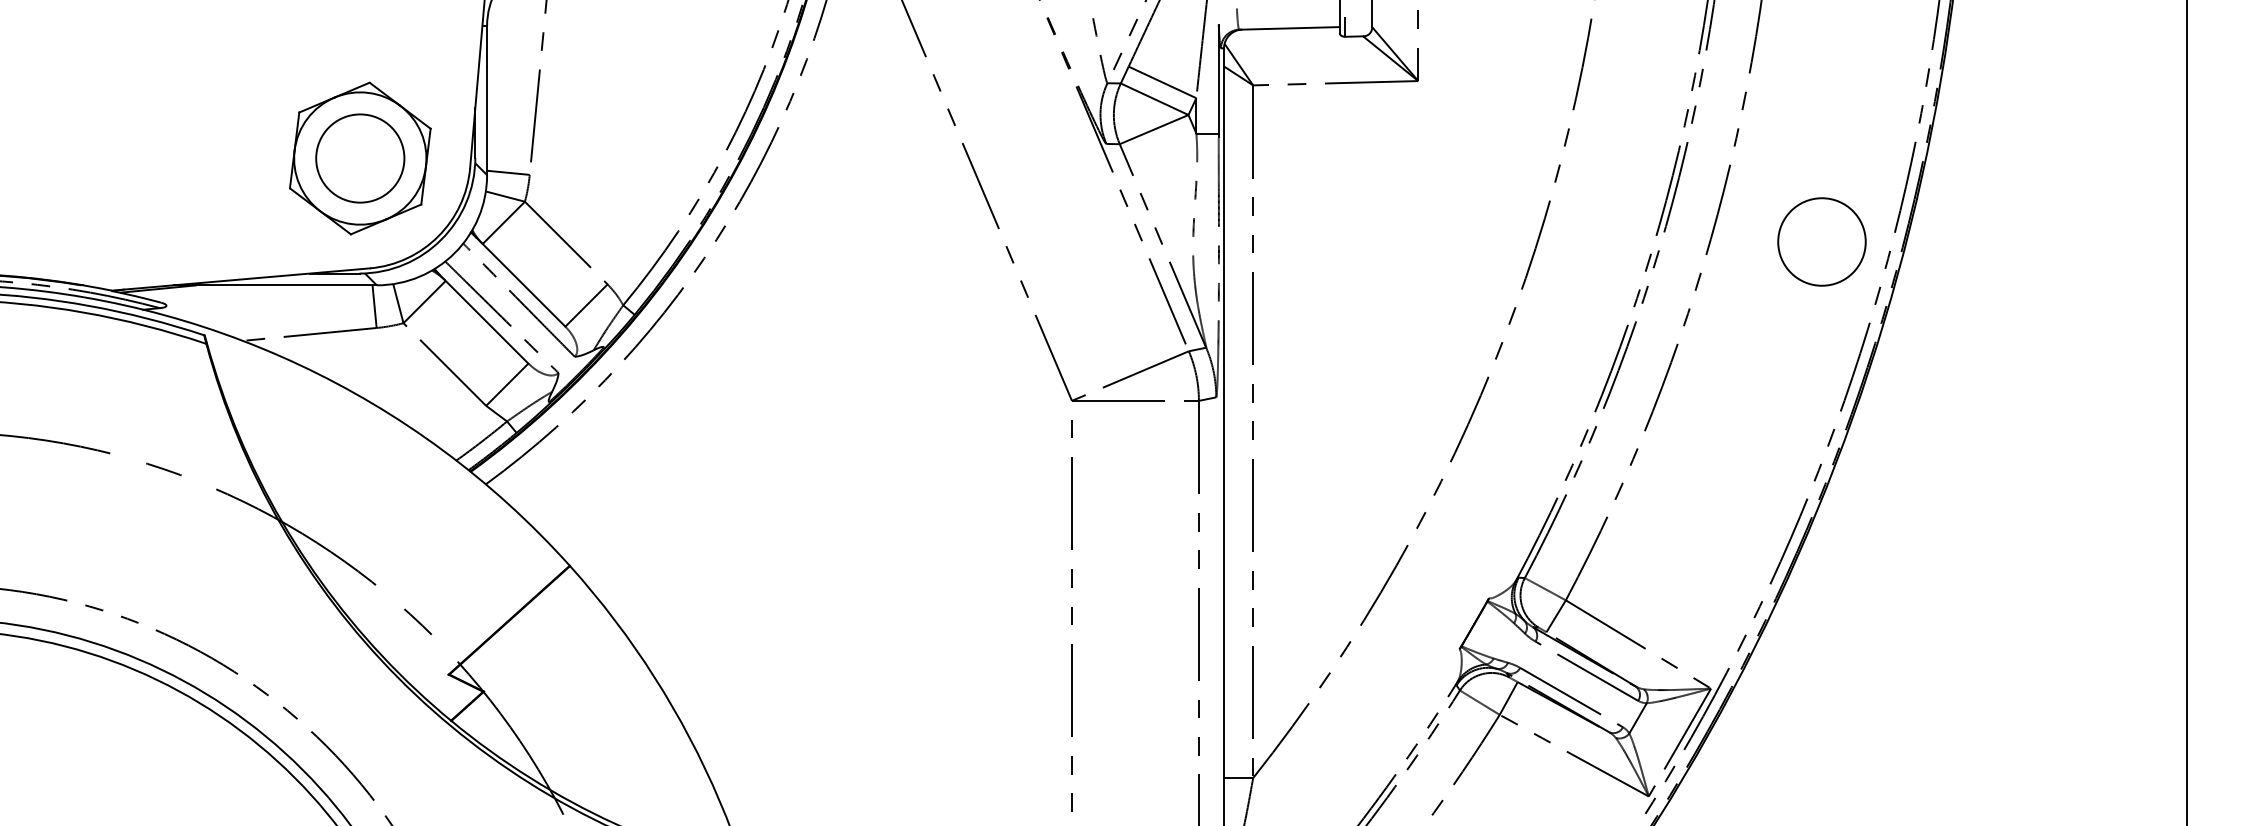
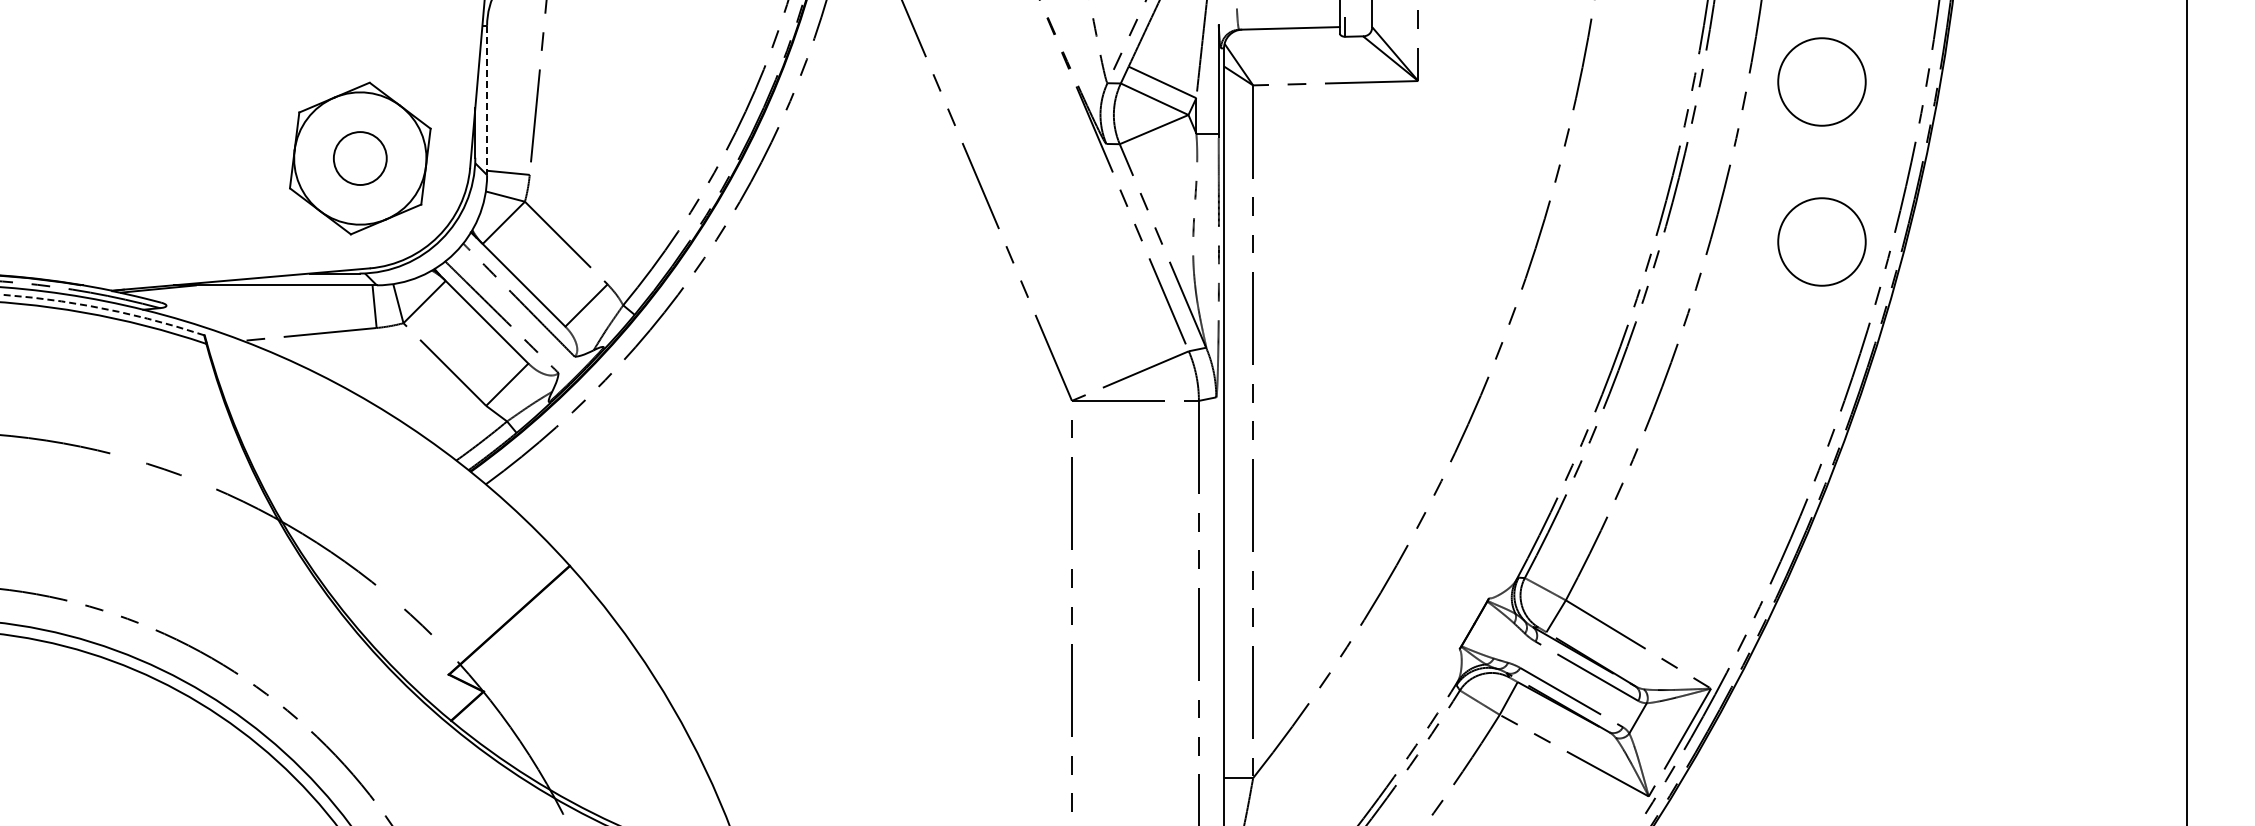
circle at (1821, 81): none -> present
line at (487, 100): solid -> dashed
circle at (360, 158) diameter: 88 px -> 53 px
arc at (102, 308): solid -> dashed
